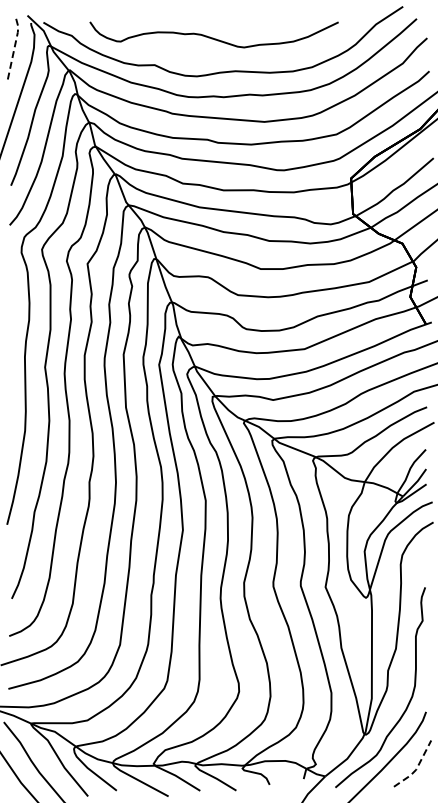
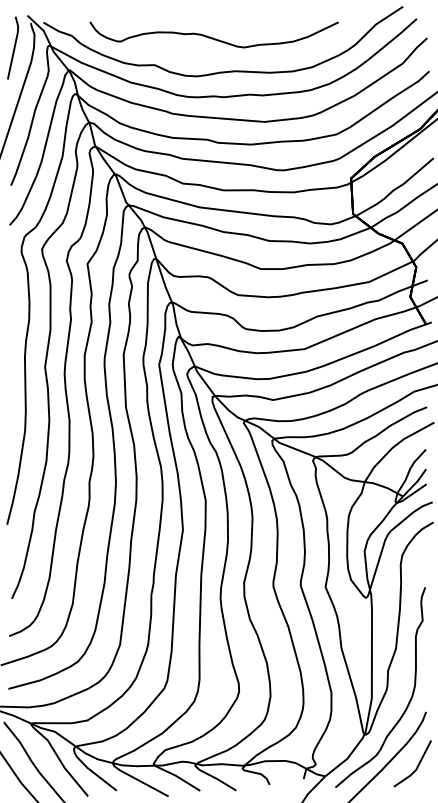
line at (14, 46): dashed -> solid
line at (416, 768): dashed -> solid
